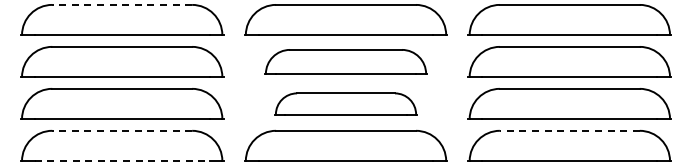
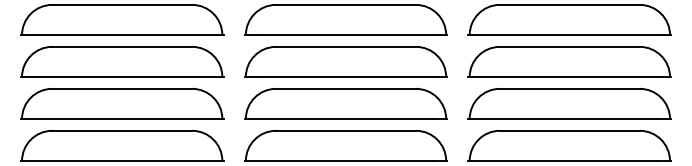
line at (122, 4): dashed -> solid
part at (345, 61) size: 164x26 px -> 204x32 px
part at (345, 103) size: 144x24 px -> 204x32 px
line at (122, 130): dashed -> solid
line at (569, 130): dashed -> solid
line at (122, 161): dashed -> solid
